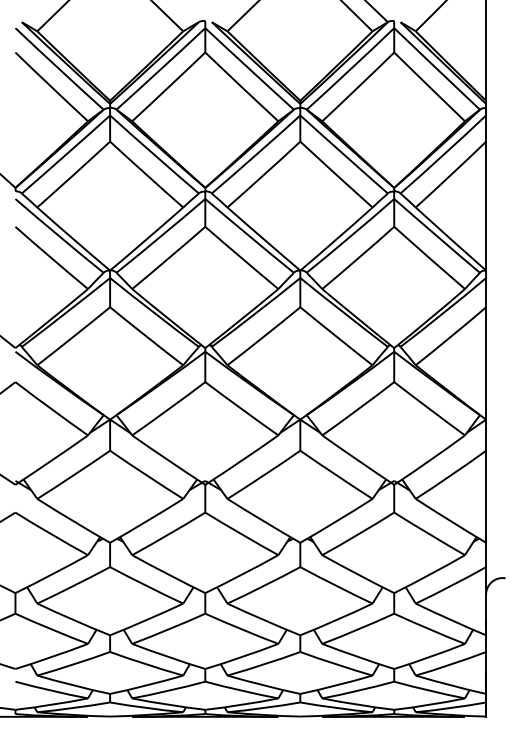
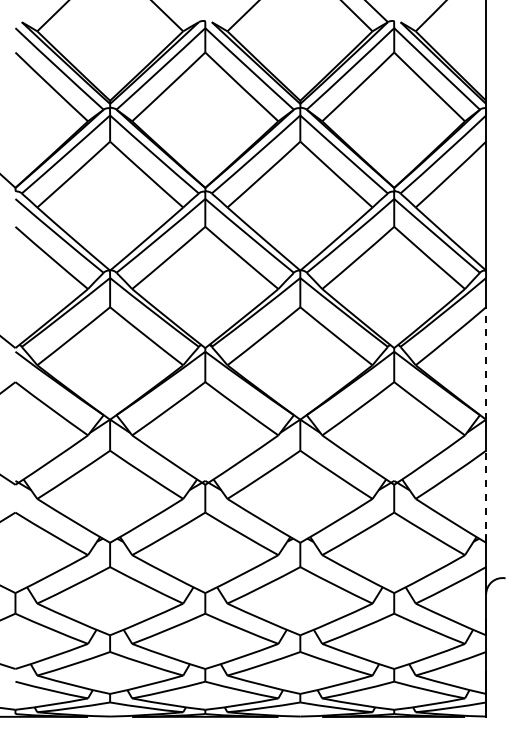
line at (486, 363): solid -> dashed
line at (486, 496): solid -> dashed
